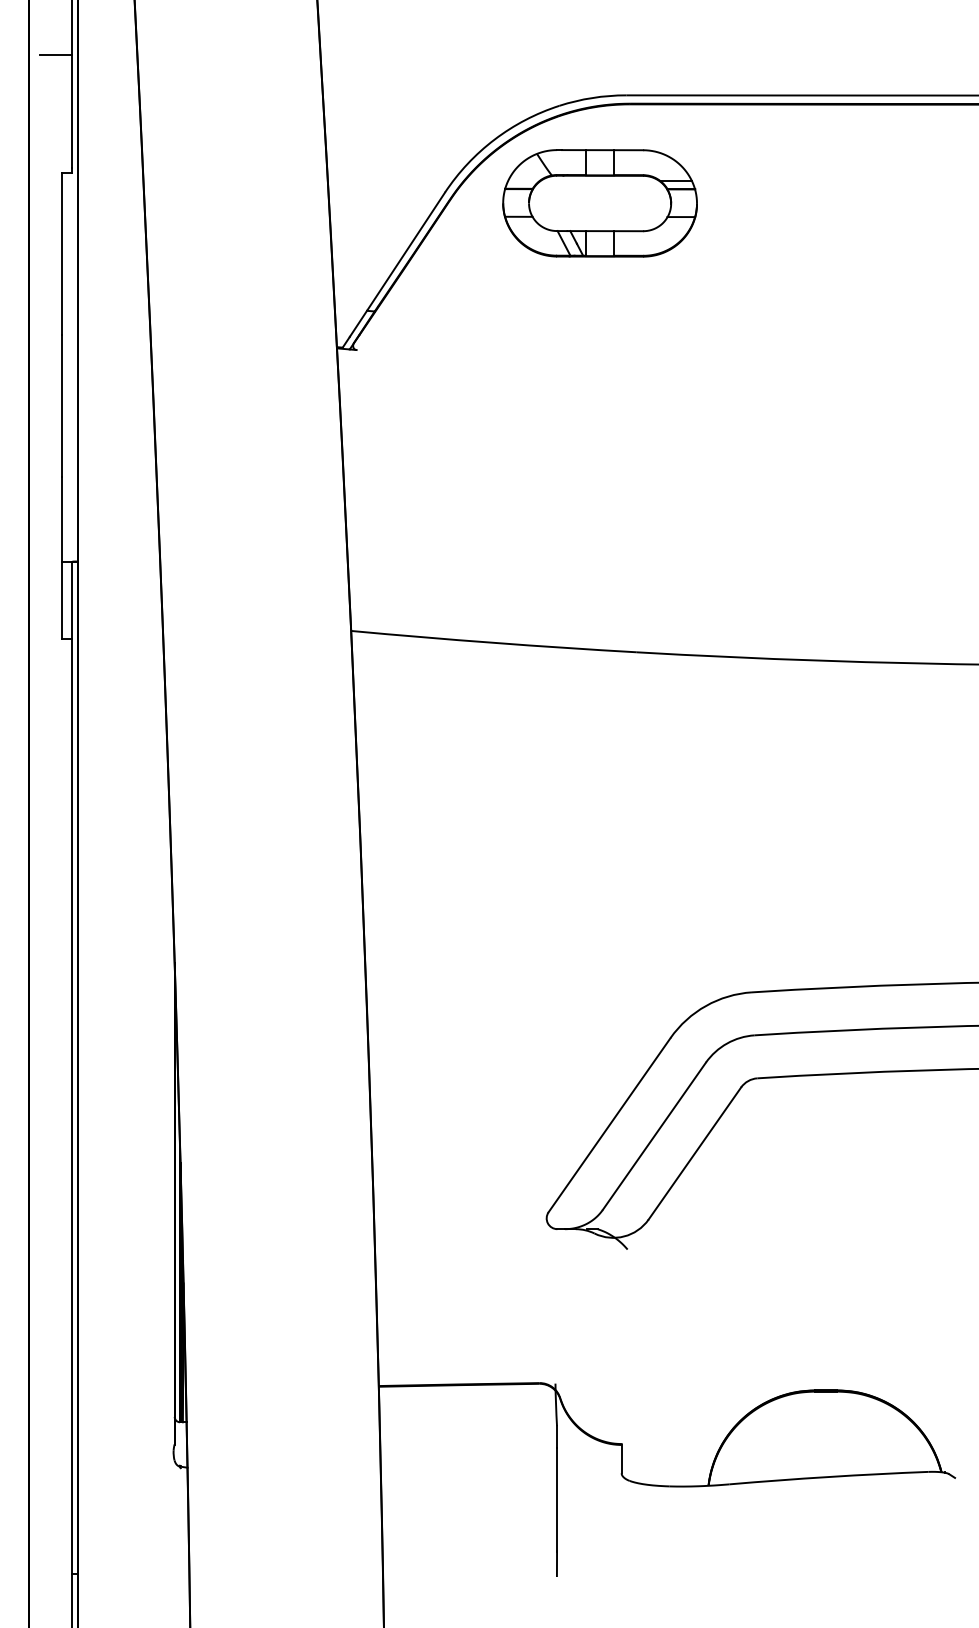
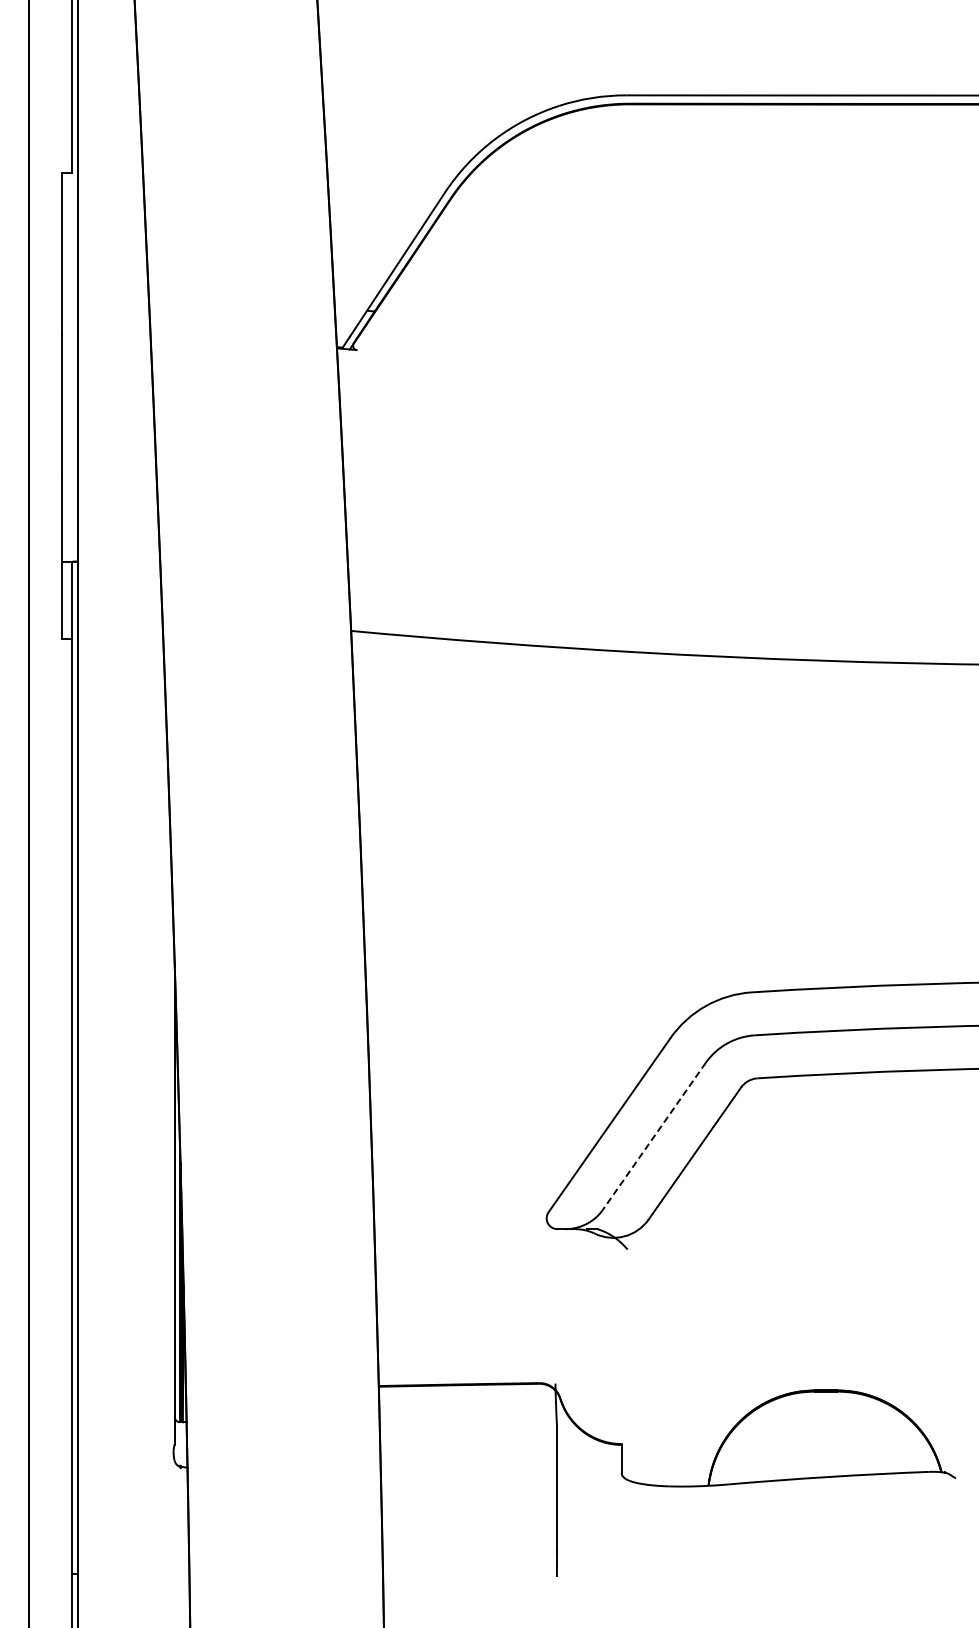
line at (56, 55): present -> none
part at (599, 203): present -> none
line at (654, 1136): solid -> dashed
